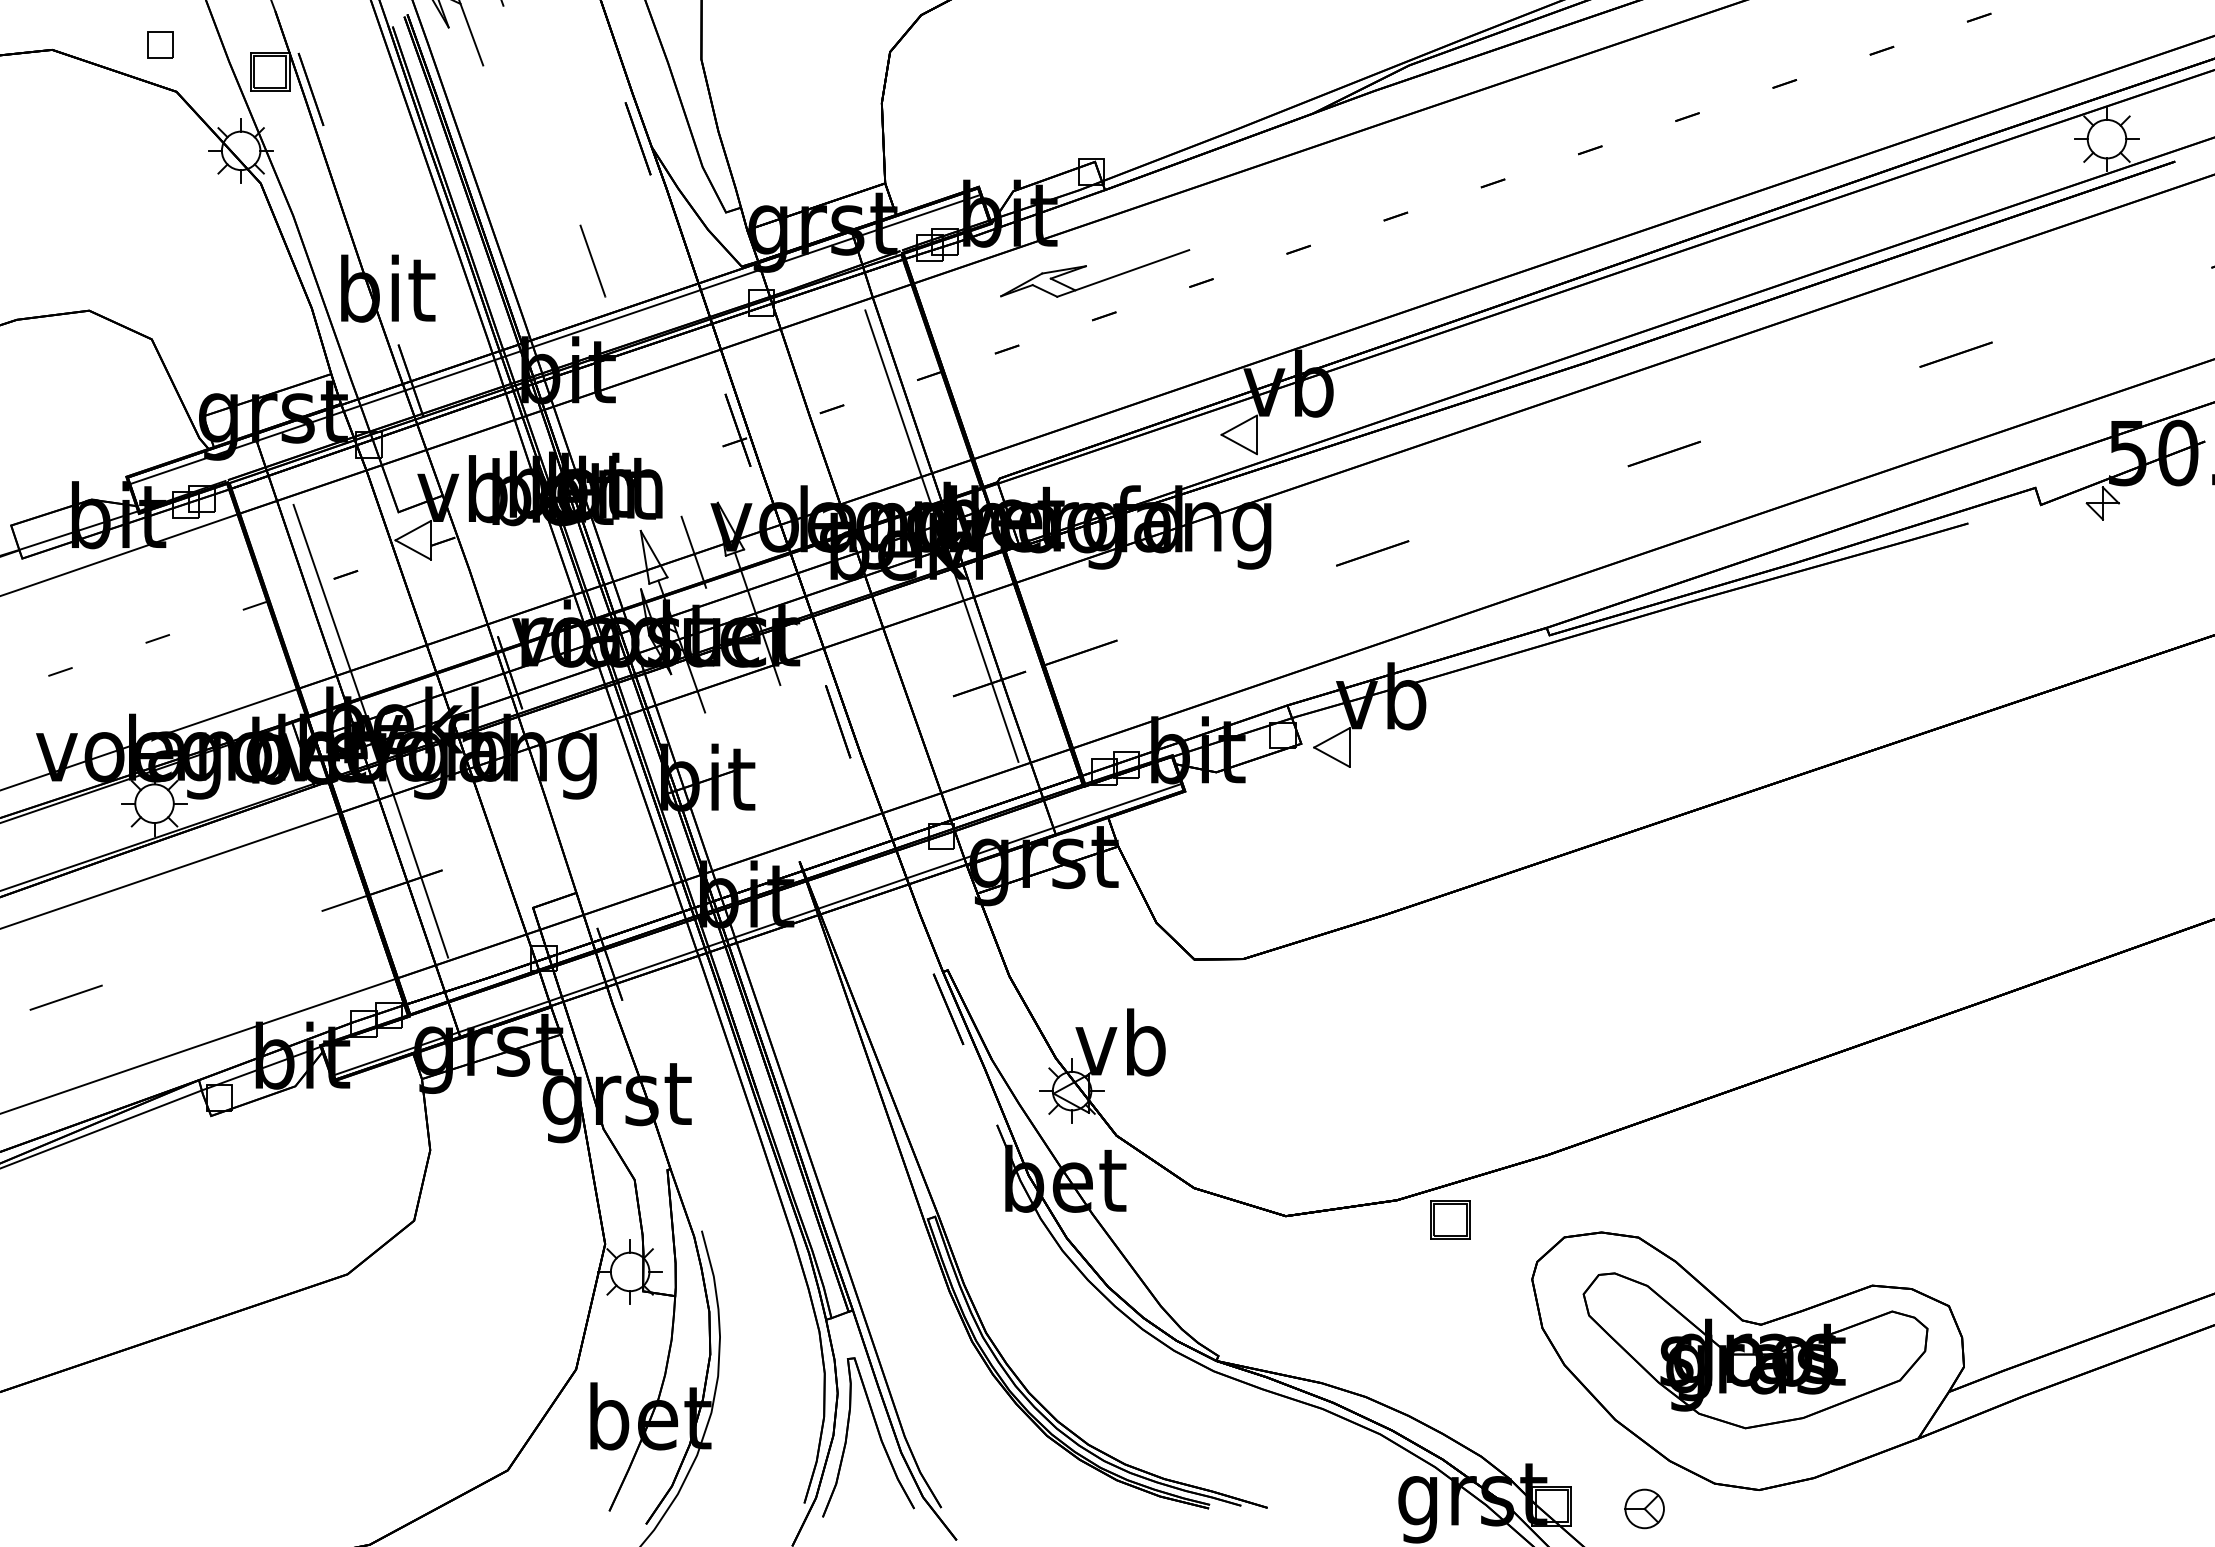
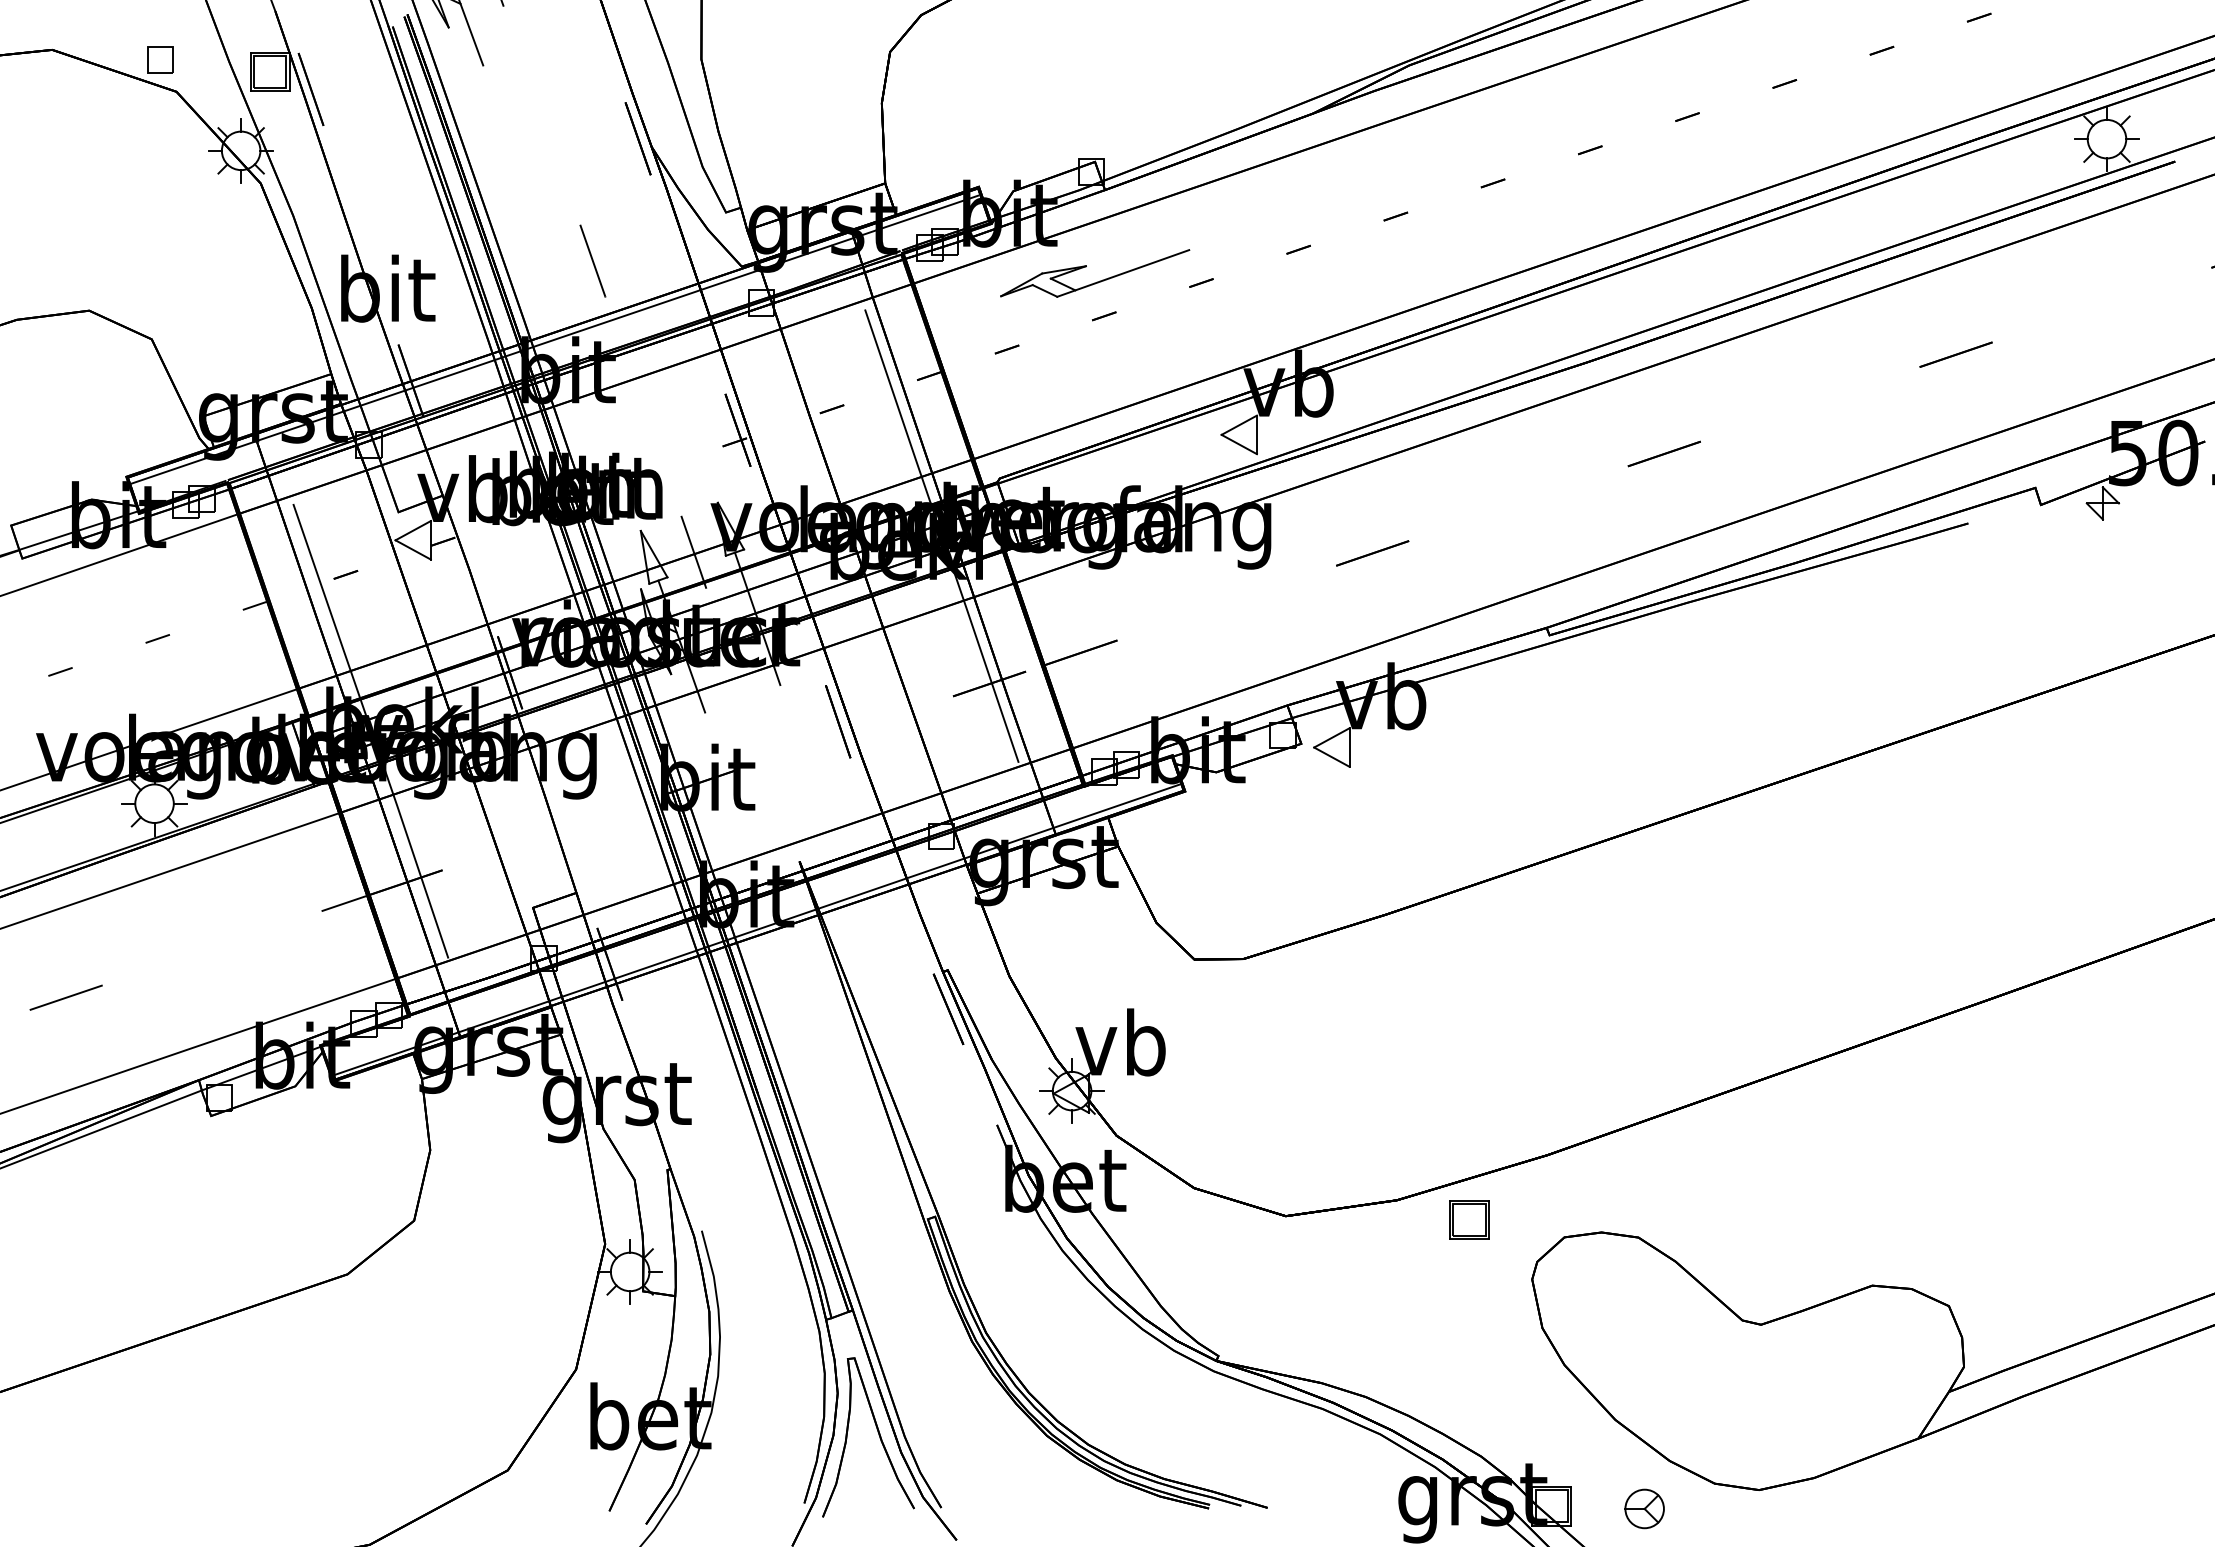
part at (160, 44) position: (160, 44) -> (160, 59)
part at (1450, 1219) position: (1450, 1219) -> (1469, 1219)
part at (1755, 1350): present -> none
